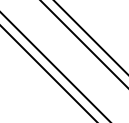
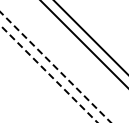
line at (55, 66): solid -> dashed
line at (49, 74): solid -> dashed
